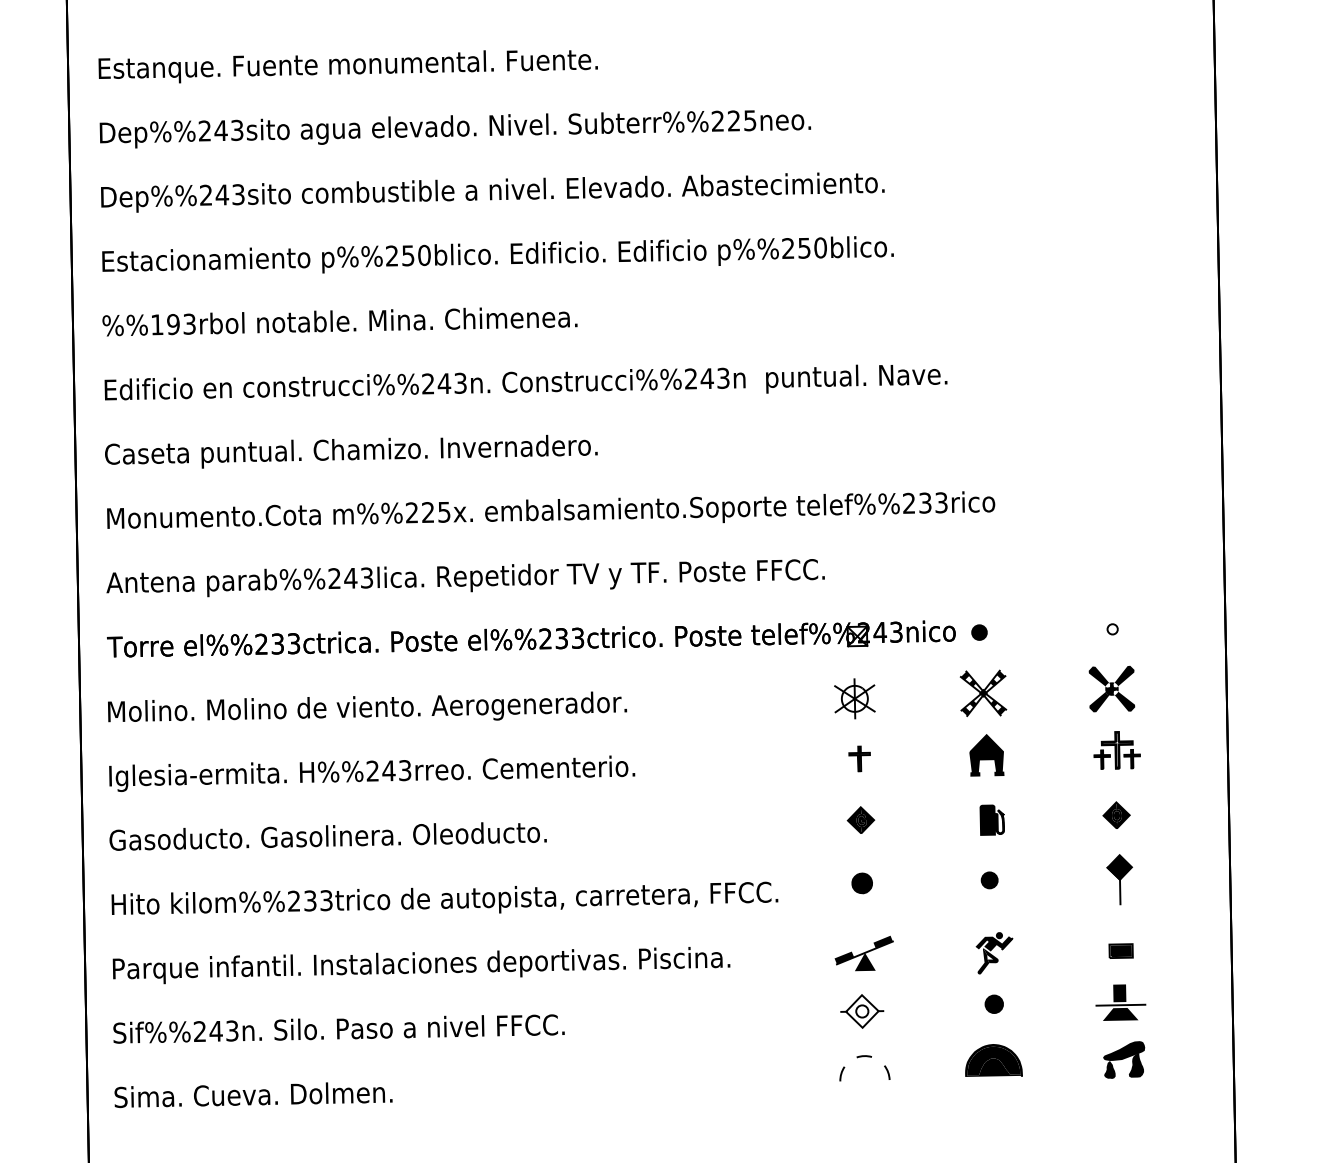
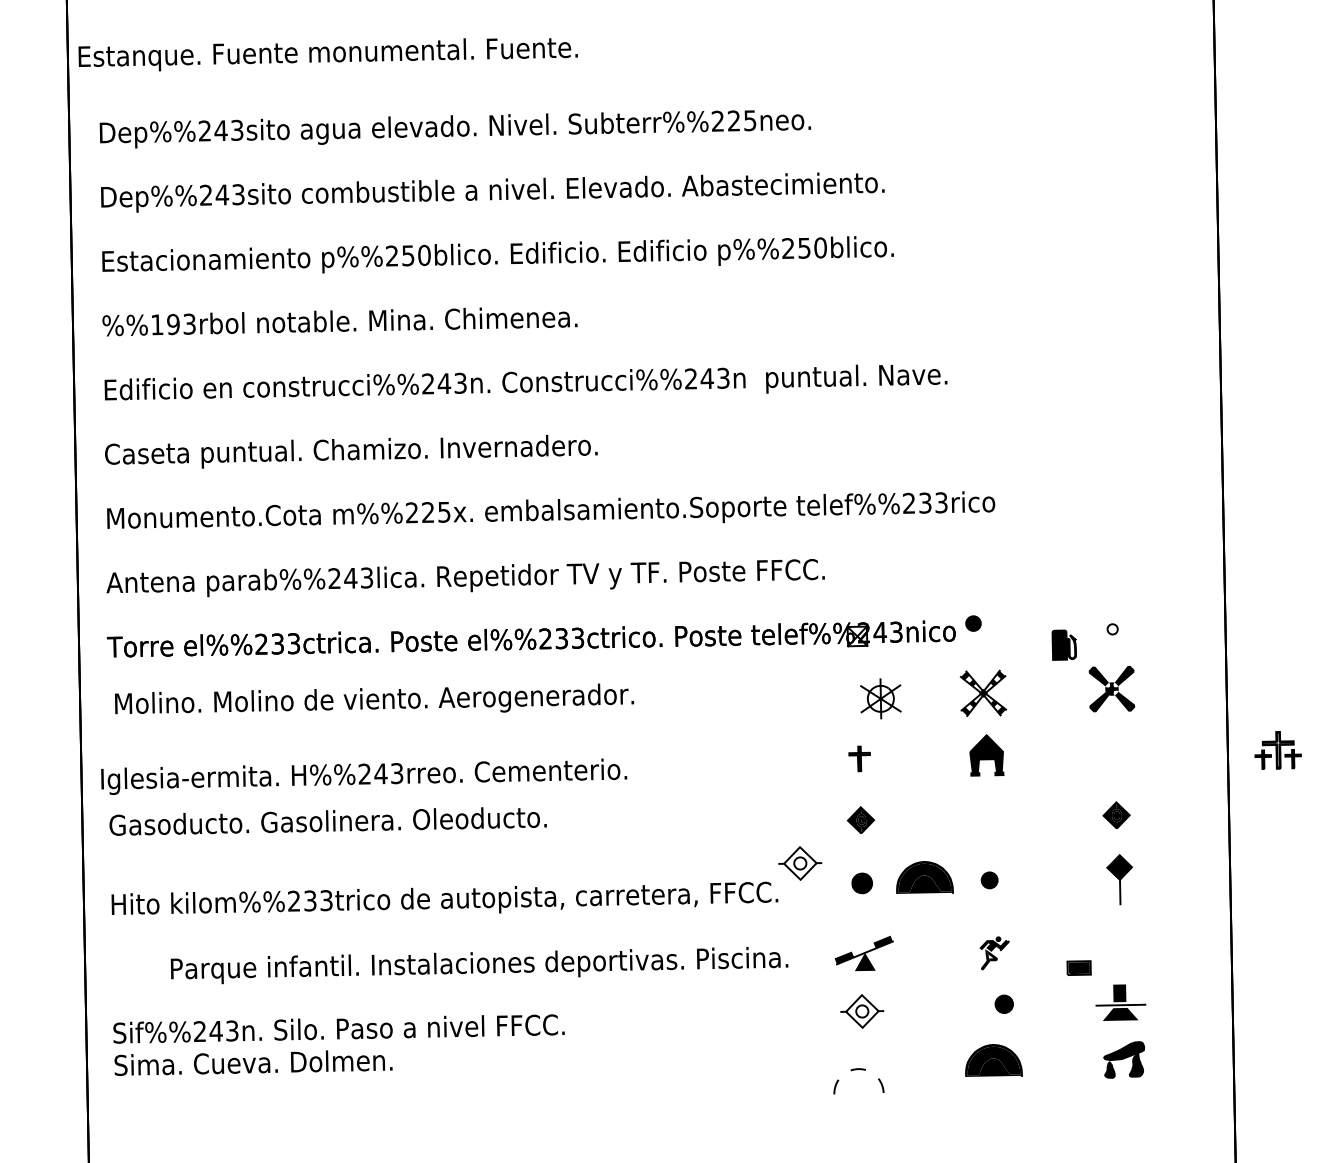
text at (347, 66) position: (347, 66) -> (327, 54)
part at (979, 632) position: (979, 632) -> (973, 623)
part at (854, 698) position: (854, 698) -> (880, 698)
text at (367, 706) position: (367, 706) -> (374, 698)
part at (1116, 750) position: (1116, 750) -> (1277, 750)
text at (372, 773) position: (372, 773) -> (364, 776)
part at (991, 819) position: (991, 819) -> (1063, 644)
text at (327, 836) position: (327, 836) -> (327, 821)
part at (800, 863): none -> present
part at (924, 877): none -> present
part at (1120, 950) position: (1120, 950) -> (1078, 967)
part at (994, 953) size: 39x43 px -> 31x35 px
text at (421, 965) position: (421, 965) -> (479, 965)
part at (993, 1003) position: (993, 1003) -> (1003, 1003)
part at (863, 1057) position: (863, 1057) -> (857, 1070)
text at (253, 1095) position: (253, 1095) -> (253, 1063)
